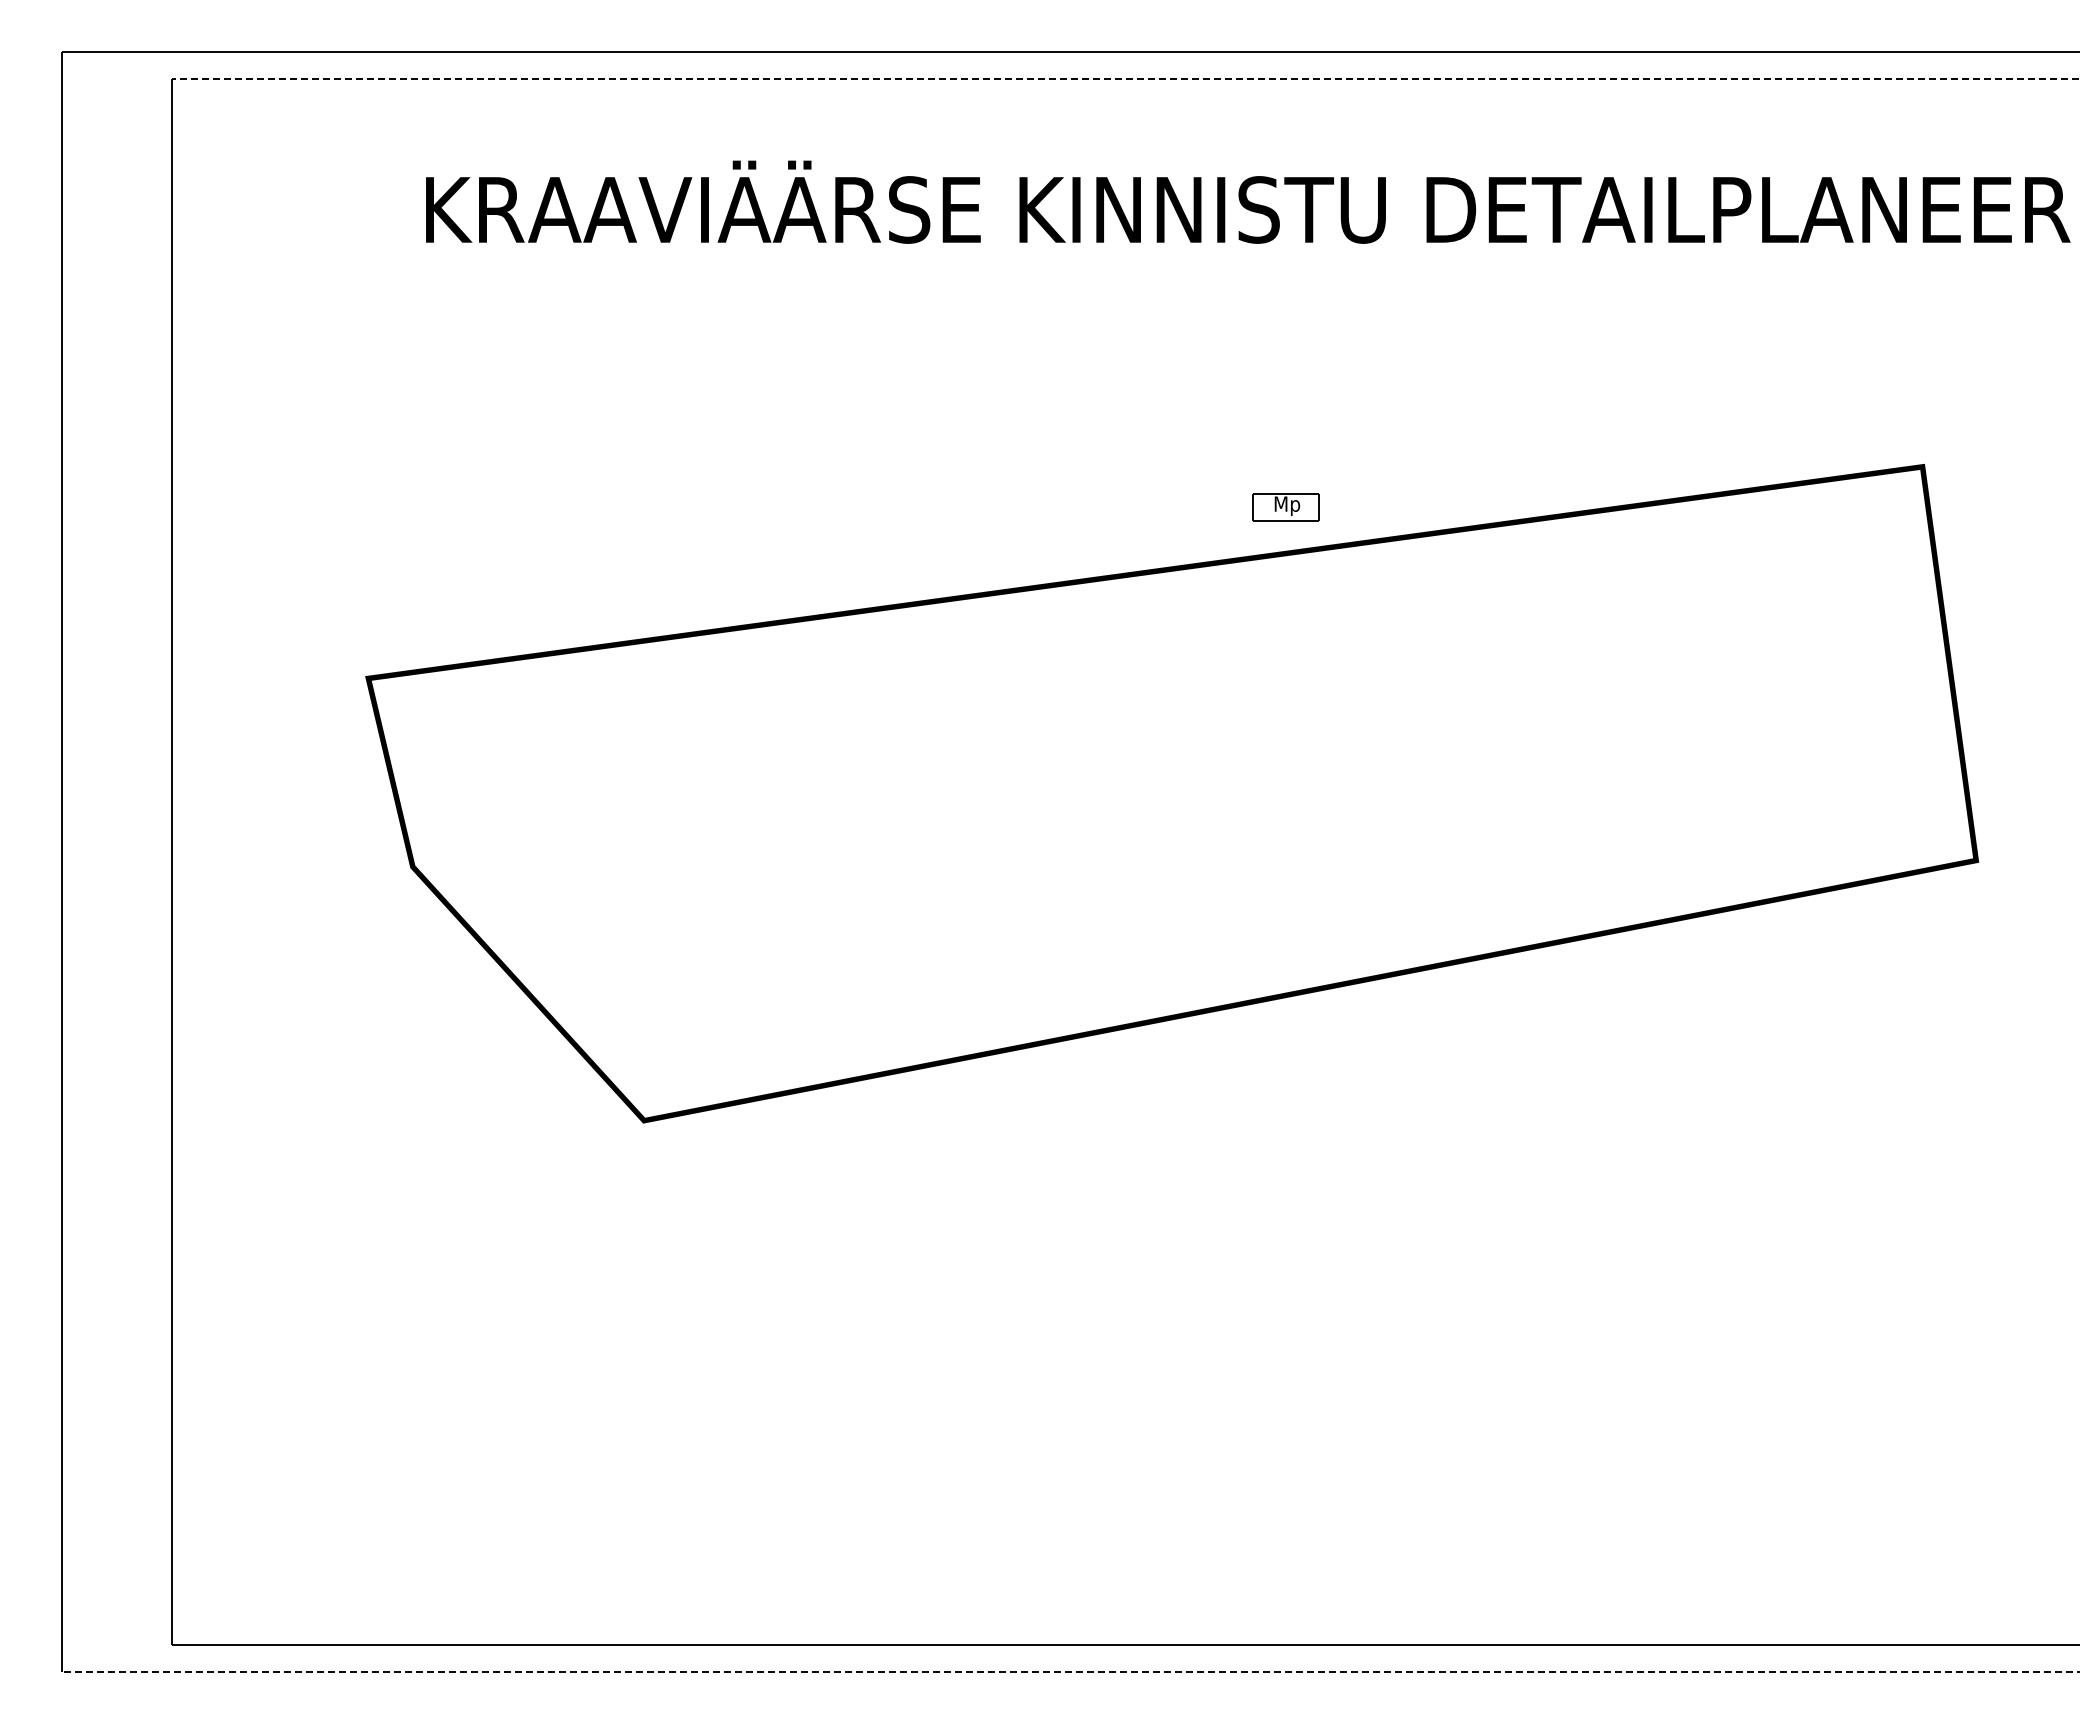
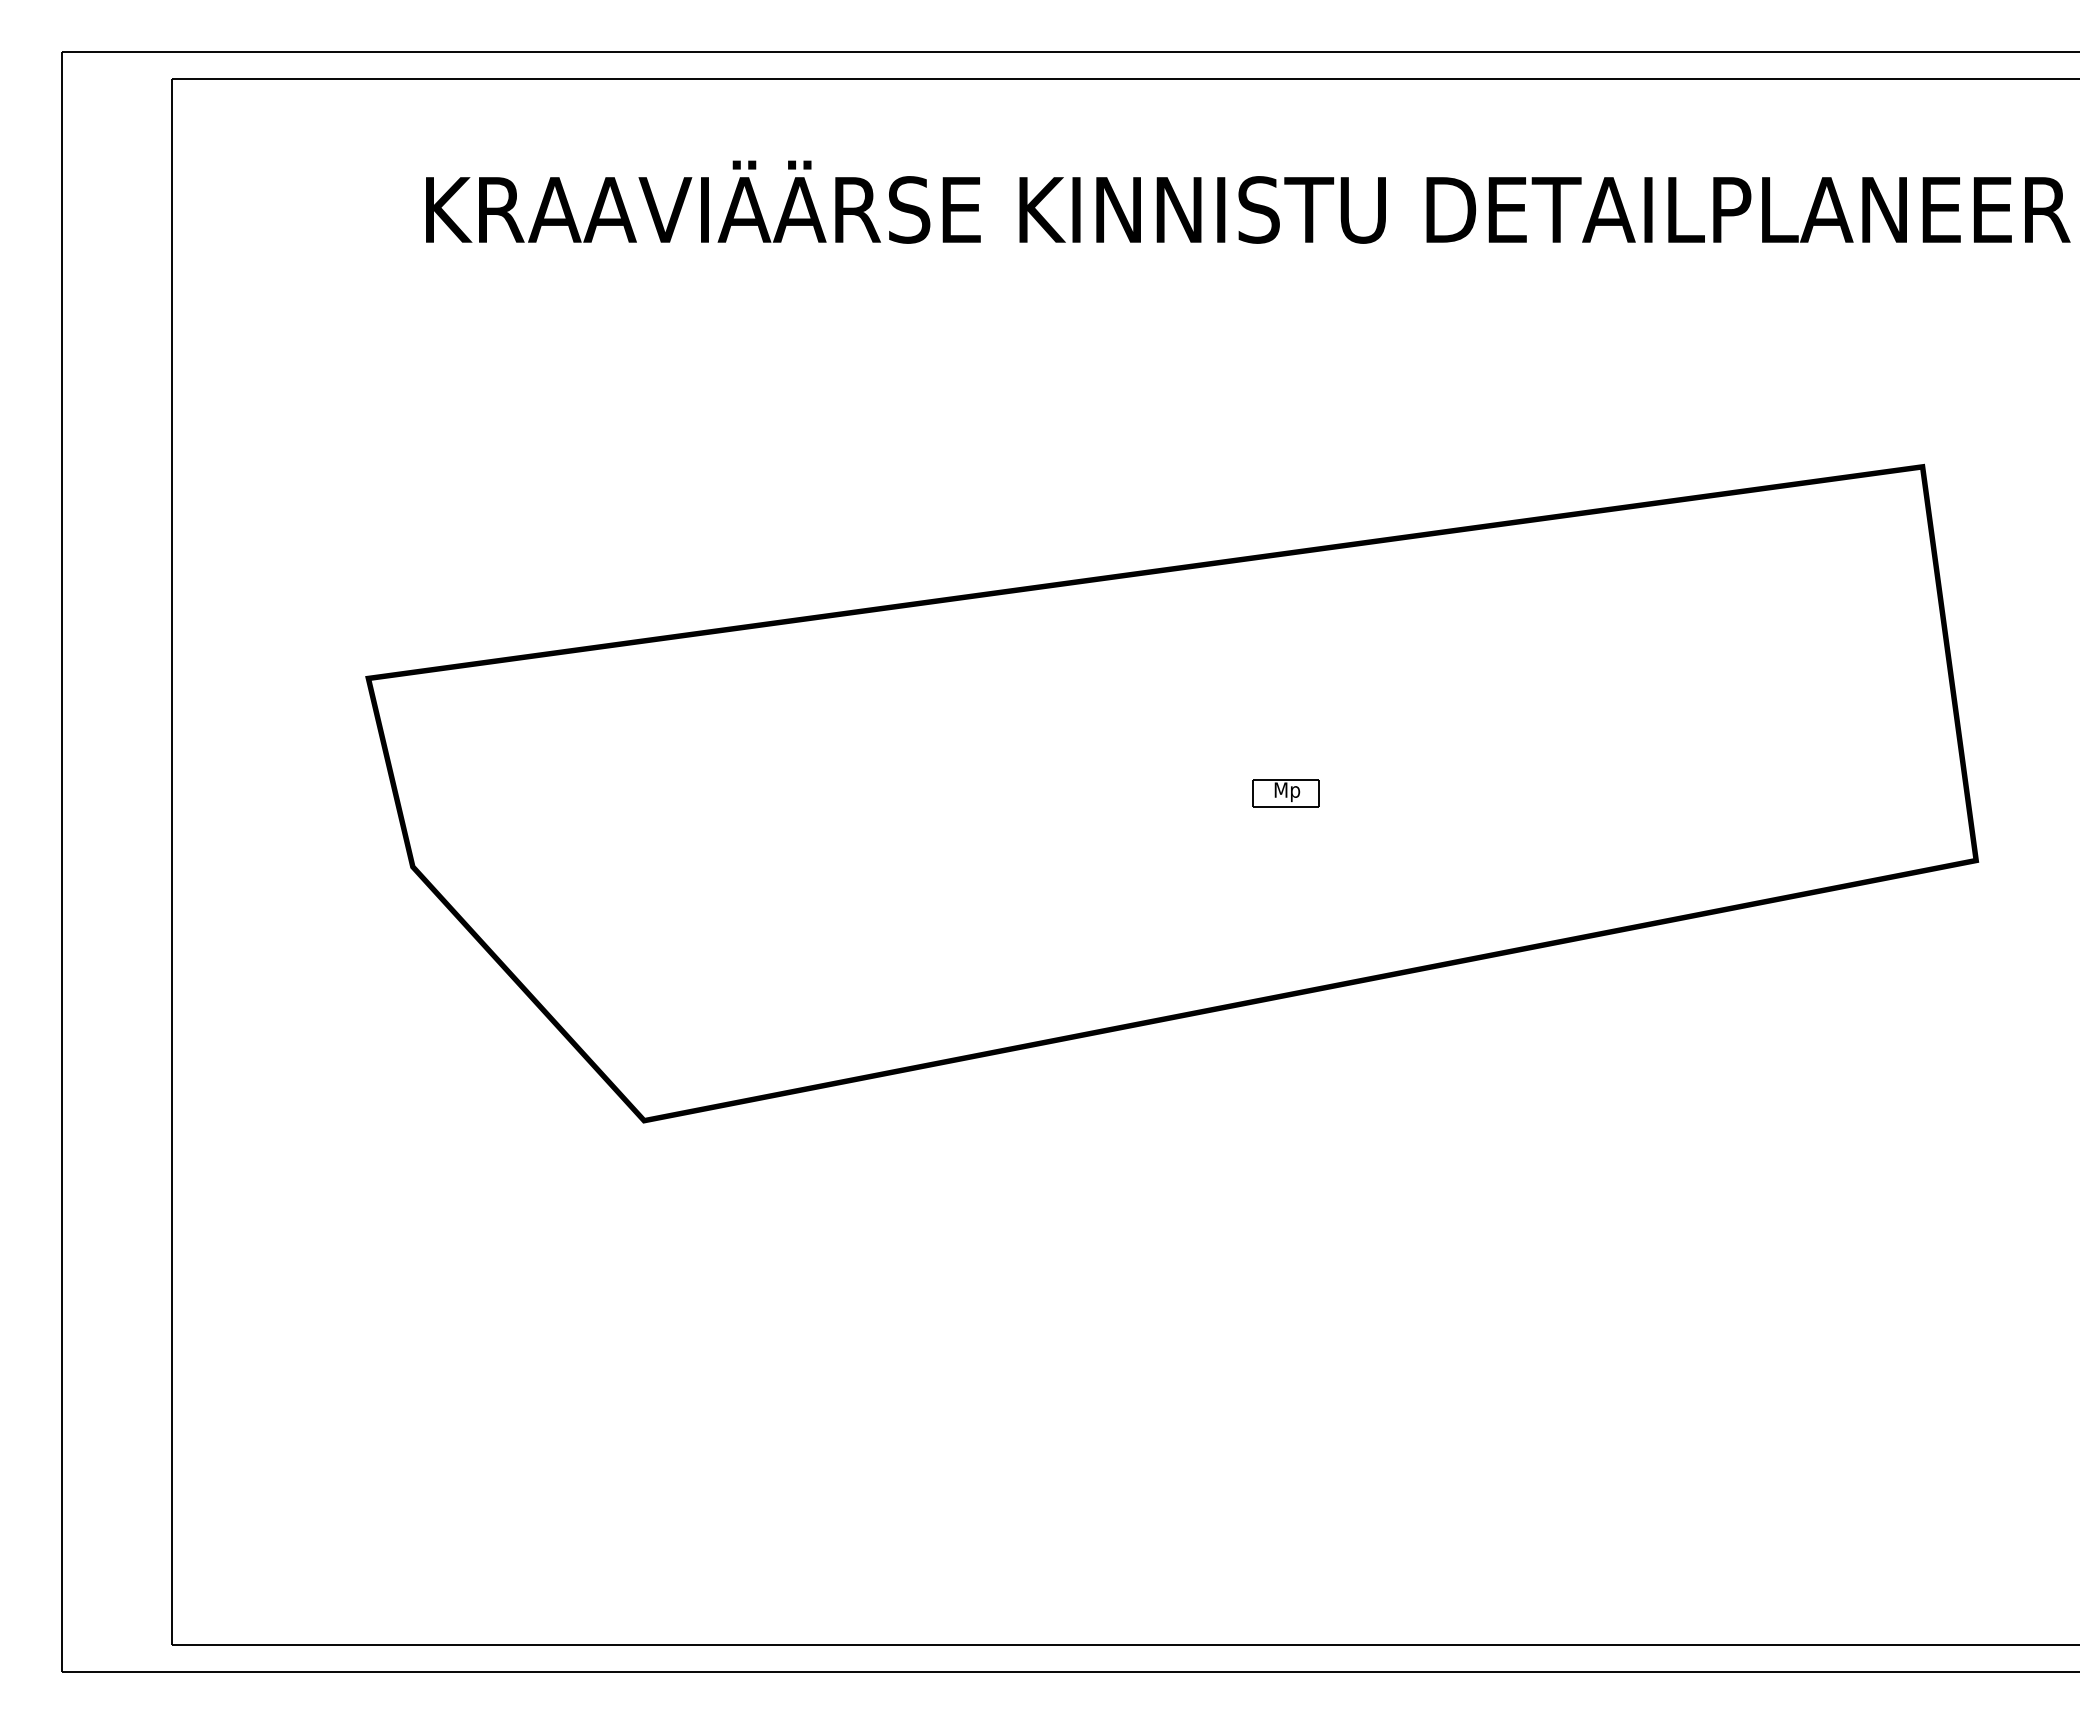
line at (1125, 78): dashed -> solid
part at (1285, 507) position: (1285, 507) -> (1285, 793)
line at (1070, 1672): dashed -> solid
